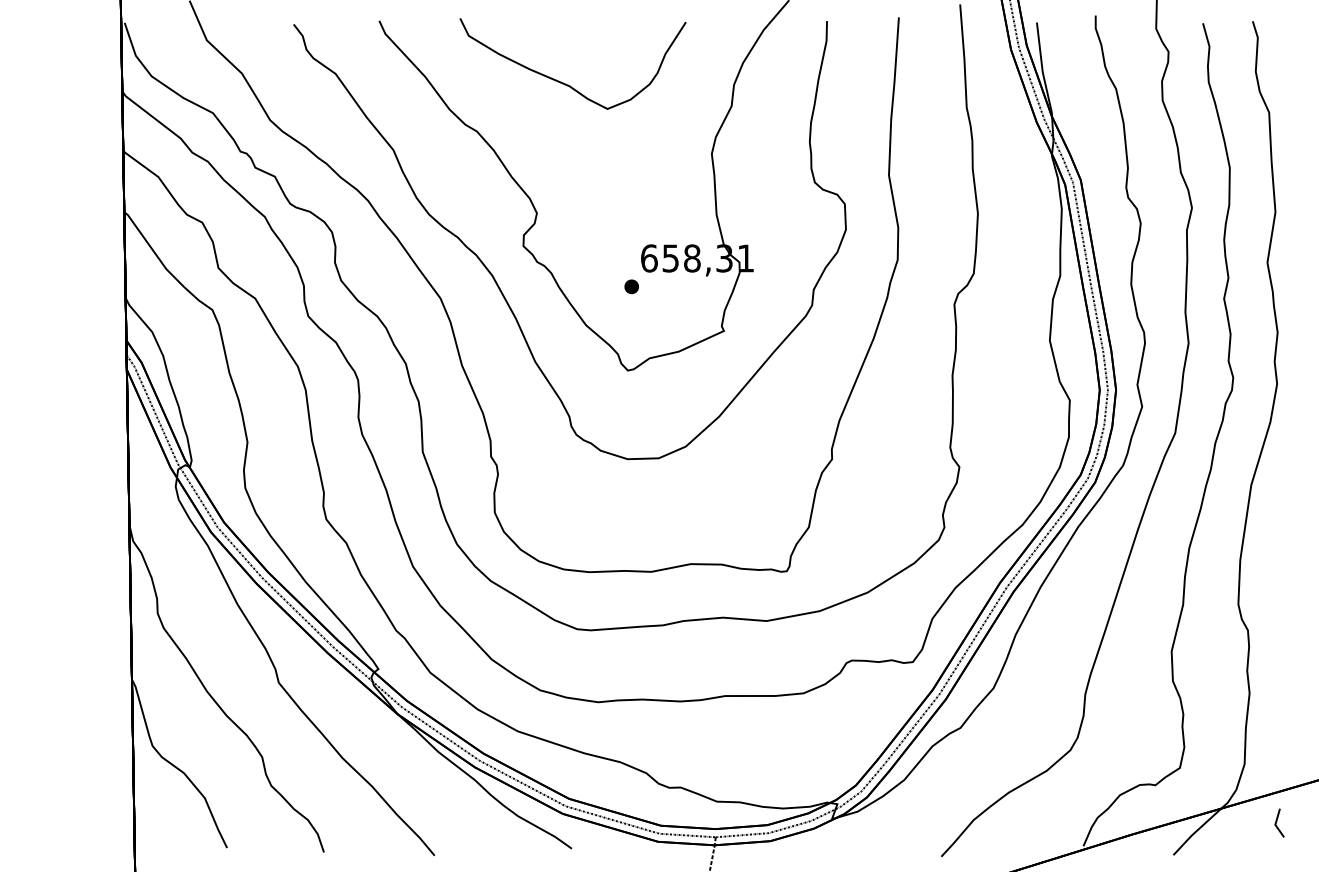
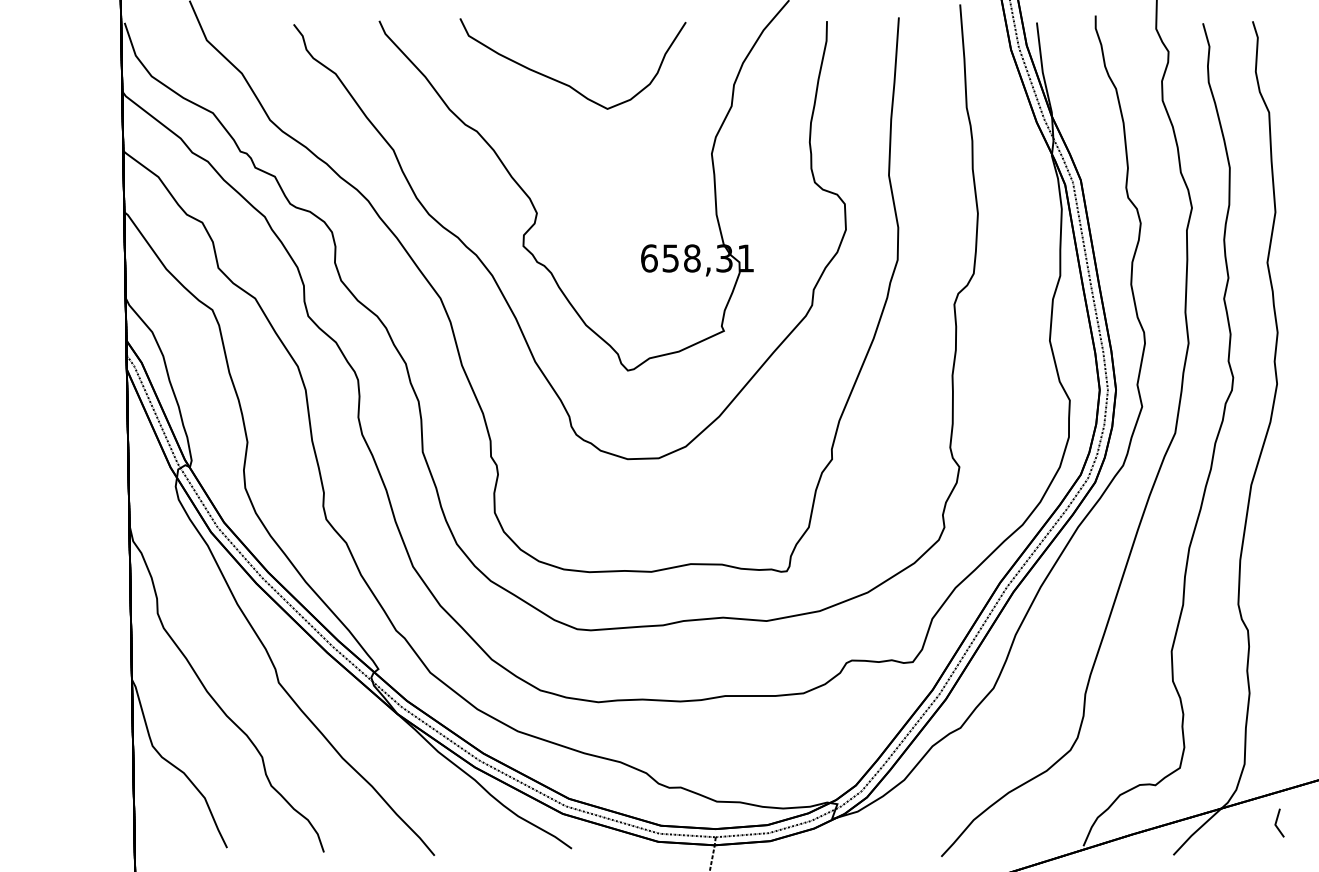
part at (631, 286): present -> none
